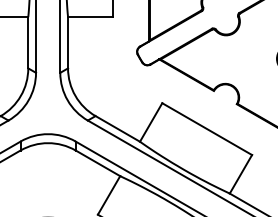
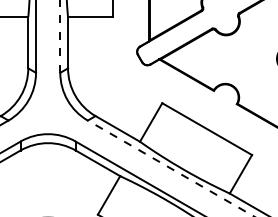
line at (60, 35): solid -> dashed
line at (170, 168): solid -> dashed
